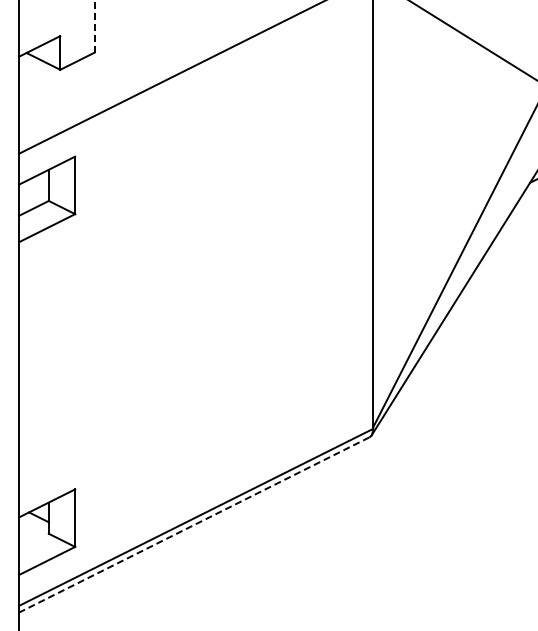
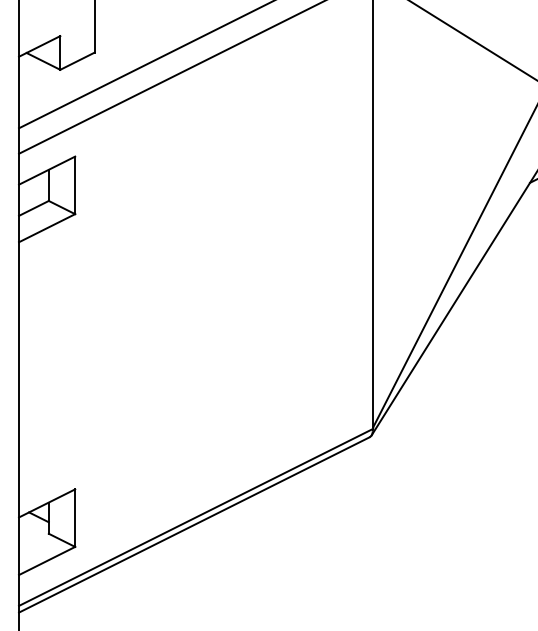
line at (94, 26): dashed -> solid
line at (145, 65): none -> present
line at (194, 525): dashed -> solid
